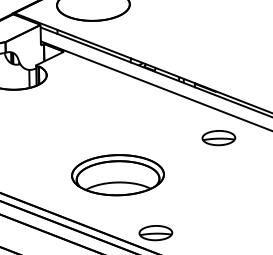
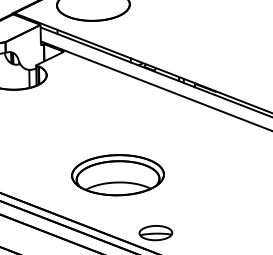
part at (218, 138): present -> none
